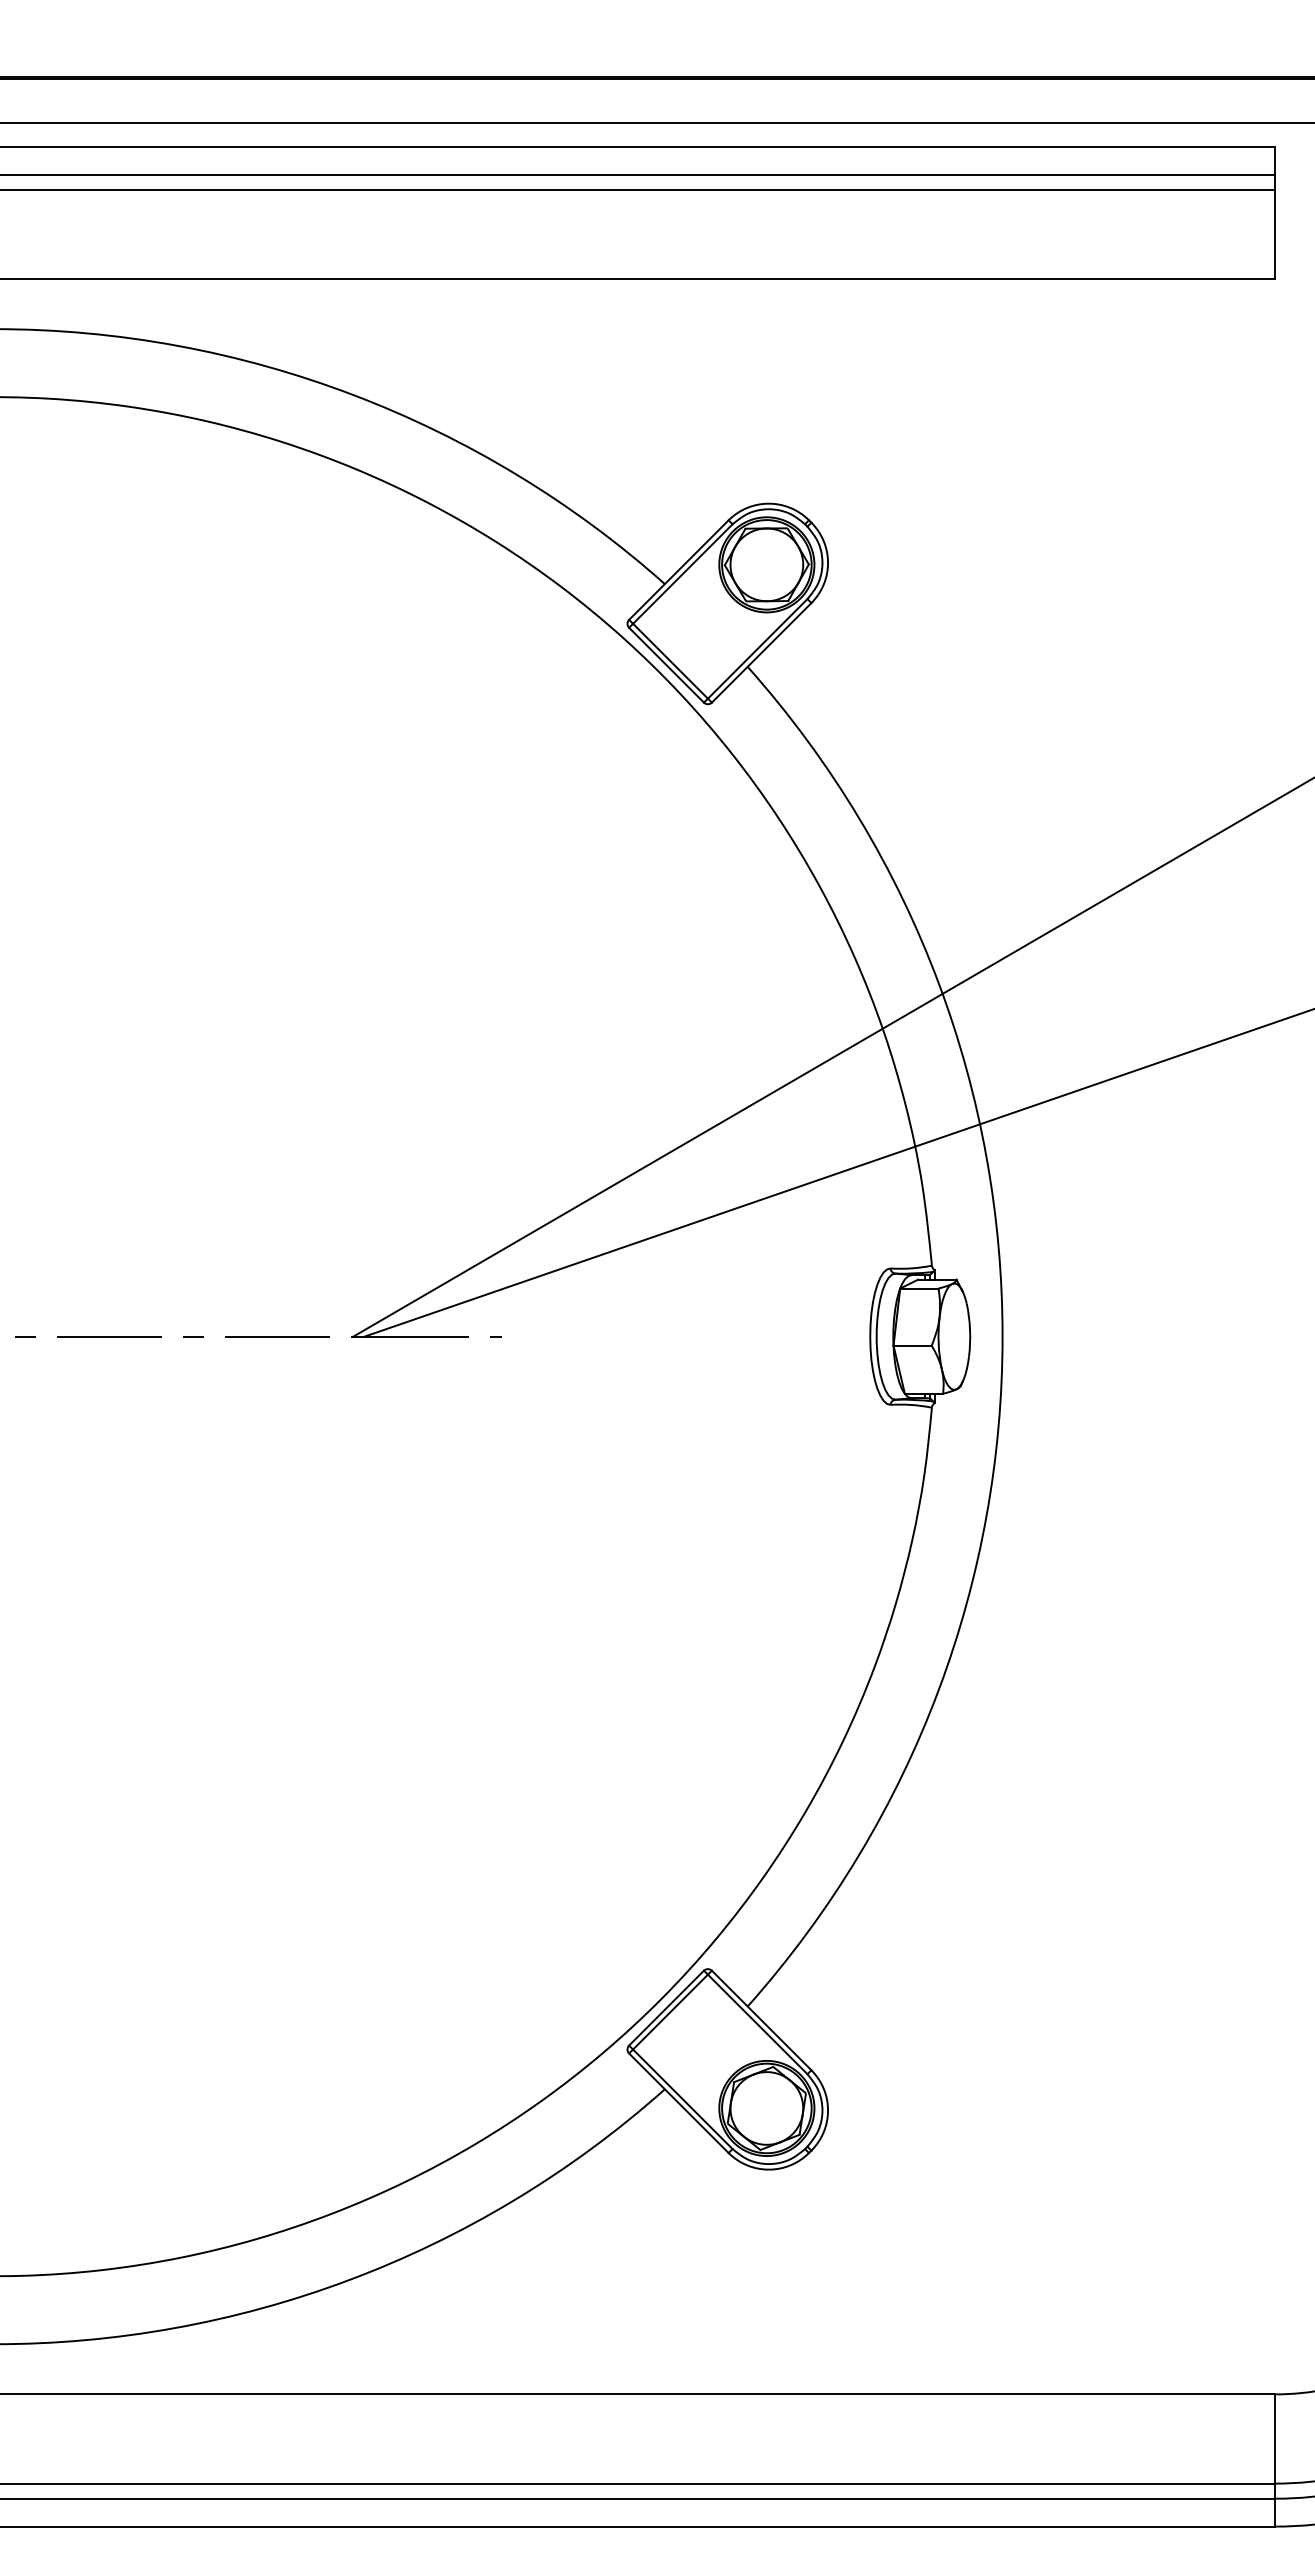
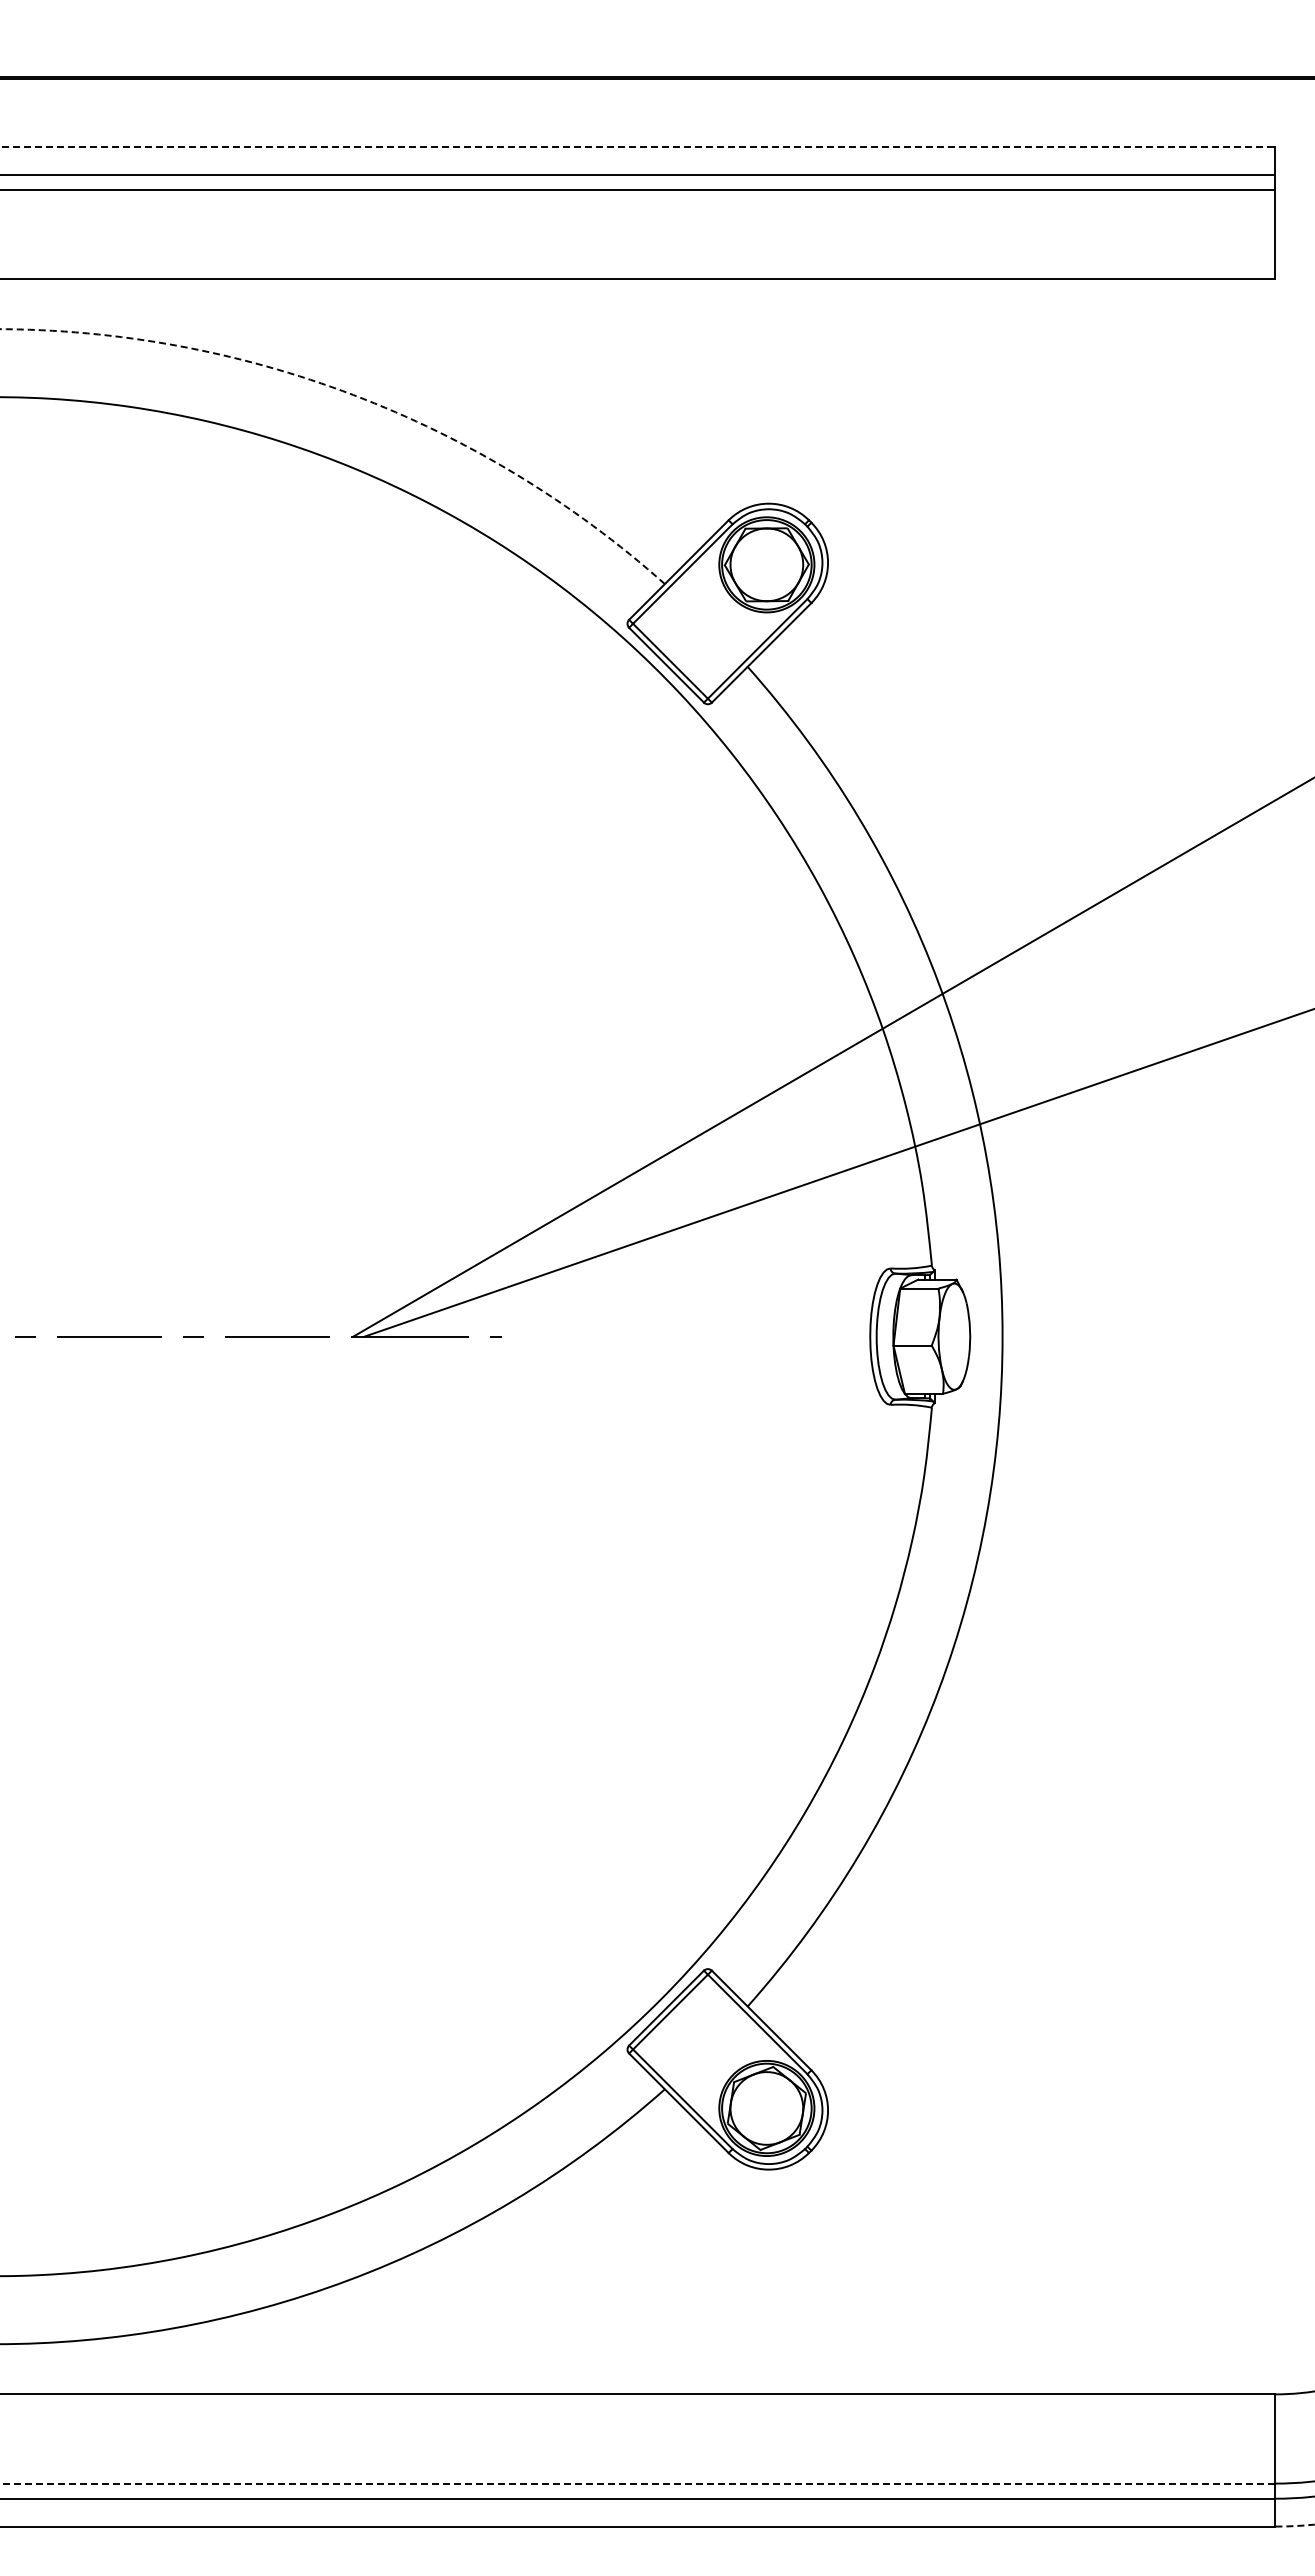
line at (656, 122): present -> none
line at (638, 146): solid -> dashed
arc at (355, 395): solid -> dashed
line at (637, 2483): solid -> dashed
arc at (1294, 2526): solid -> dashed
